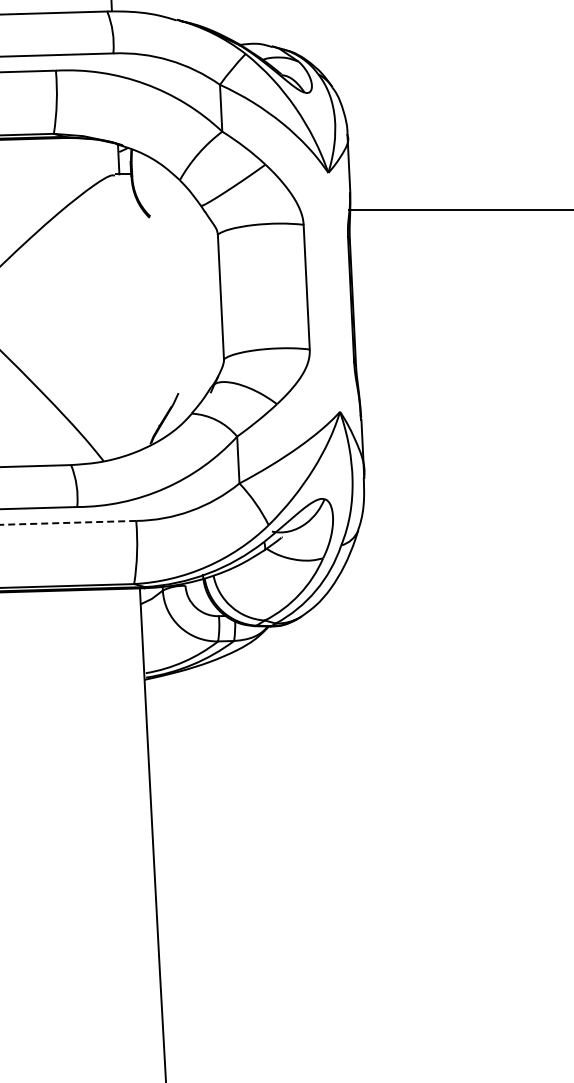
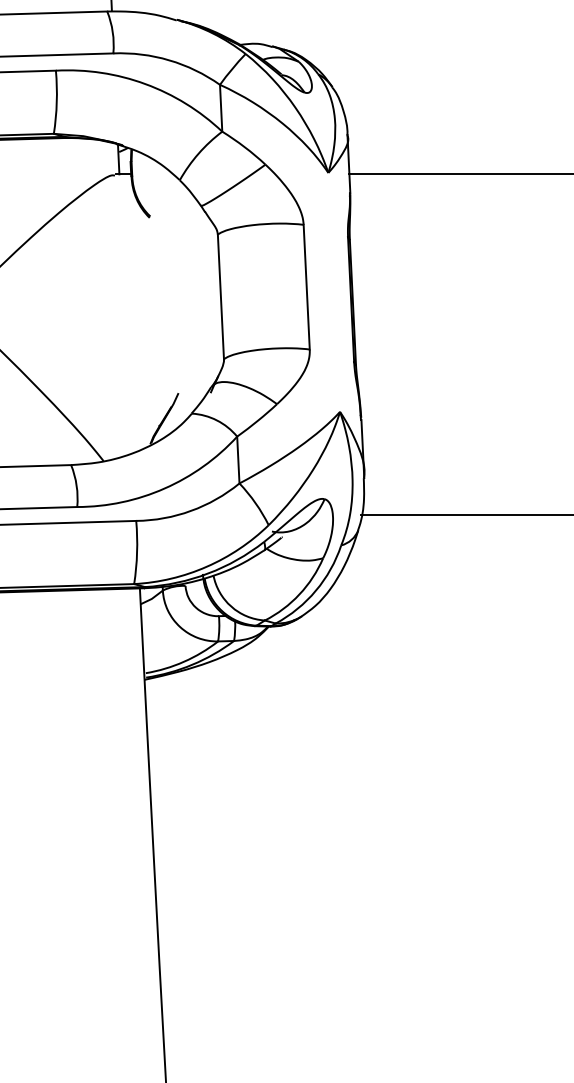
line at (459, 210) position: (459, 210) -> (459, 174)
line at (465, 514): none -> present
line at (68, 522): dashed -> solid
